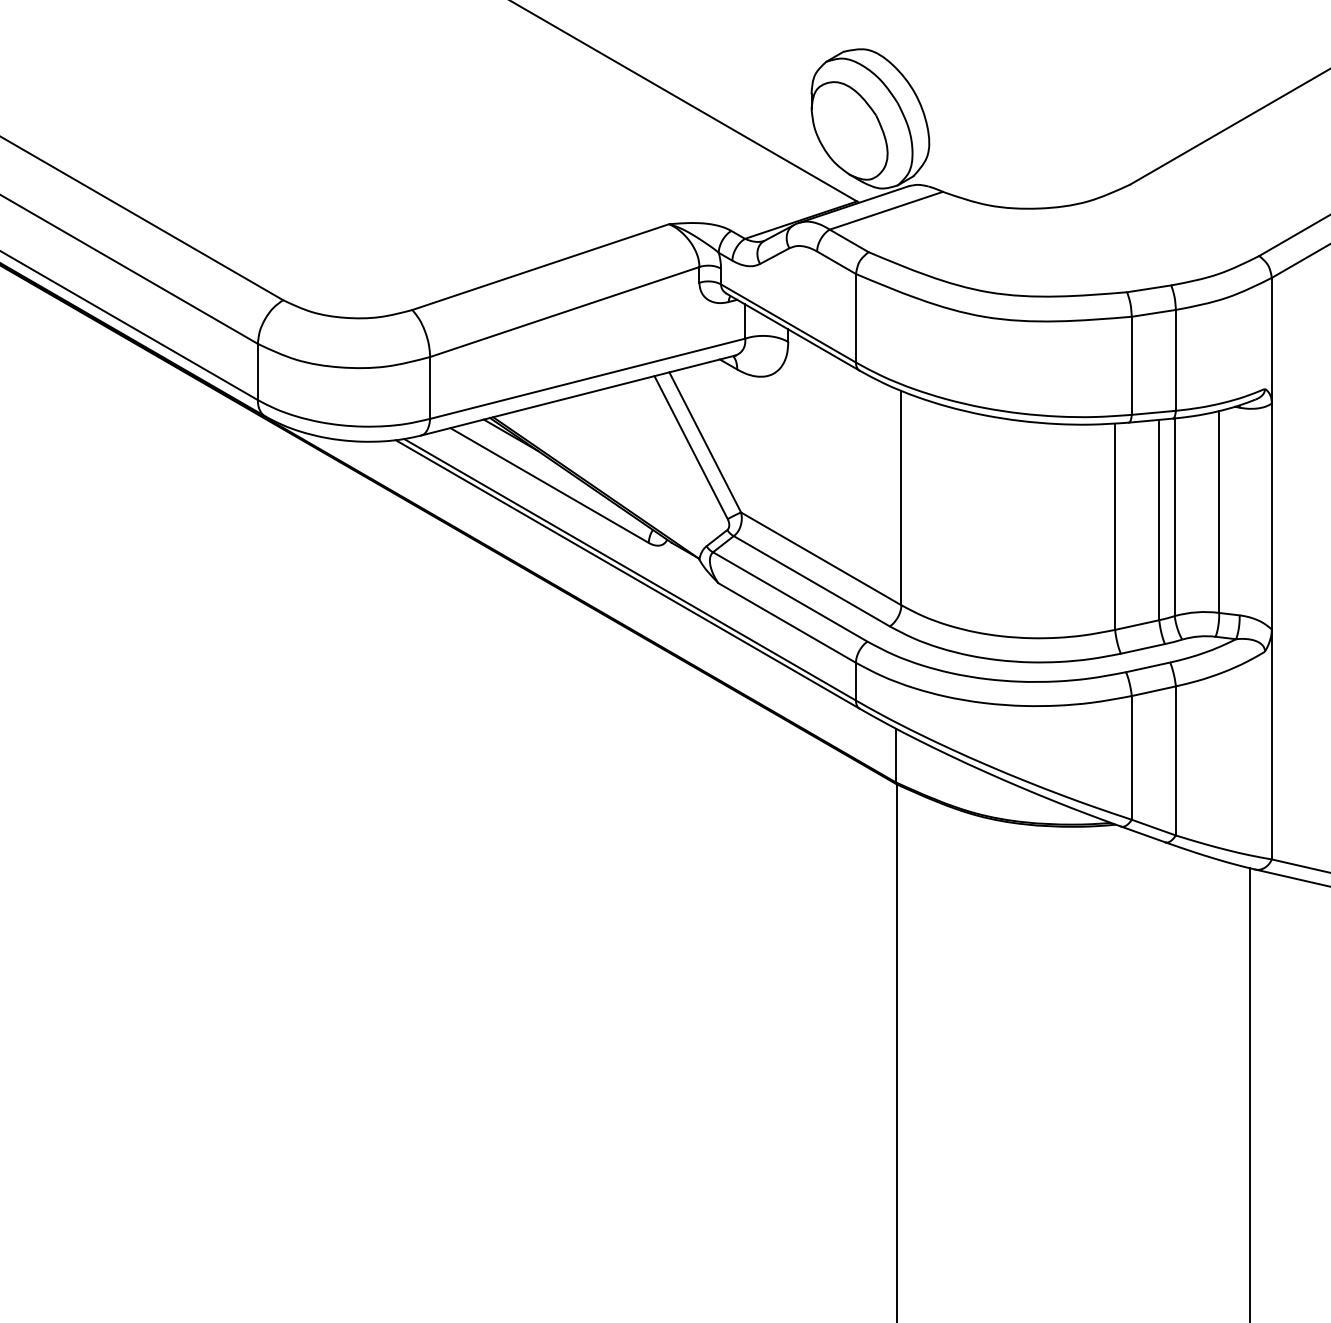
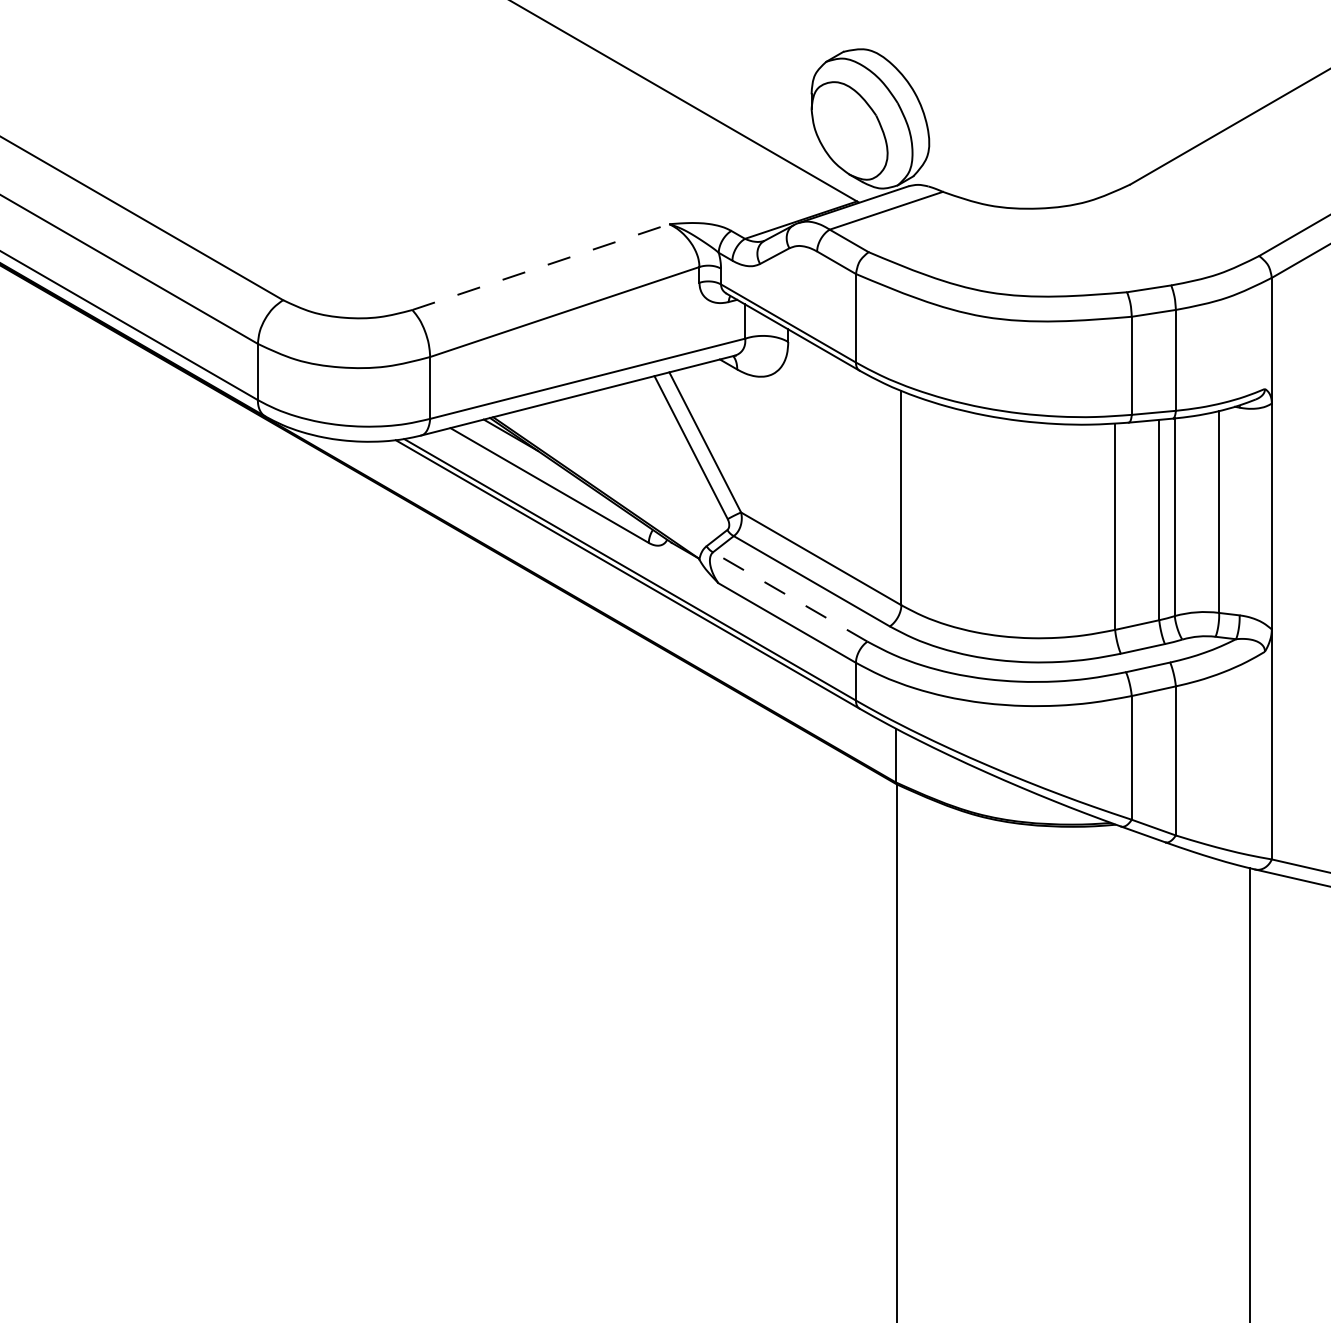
line at (541, 266): solid -> dashed
line at (789, 596): solid -> dashed
